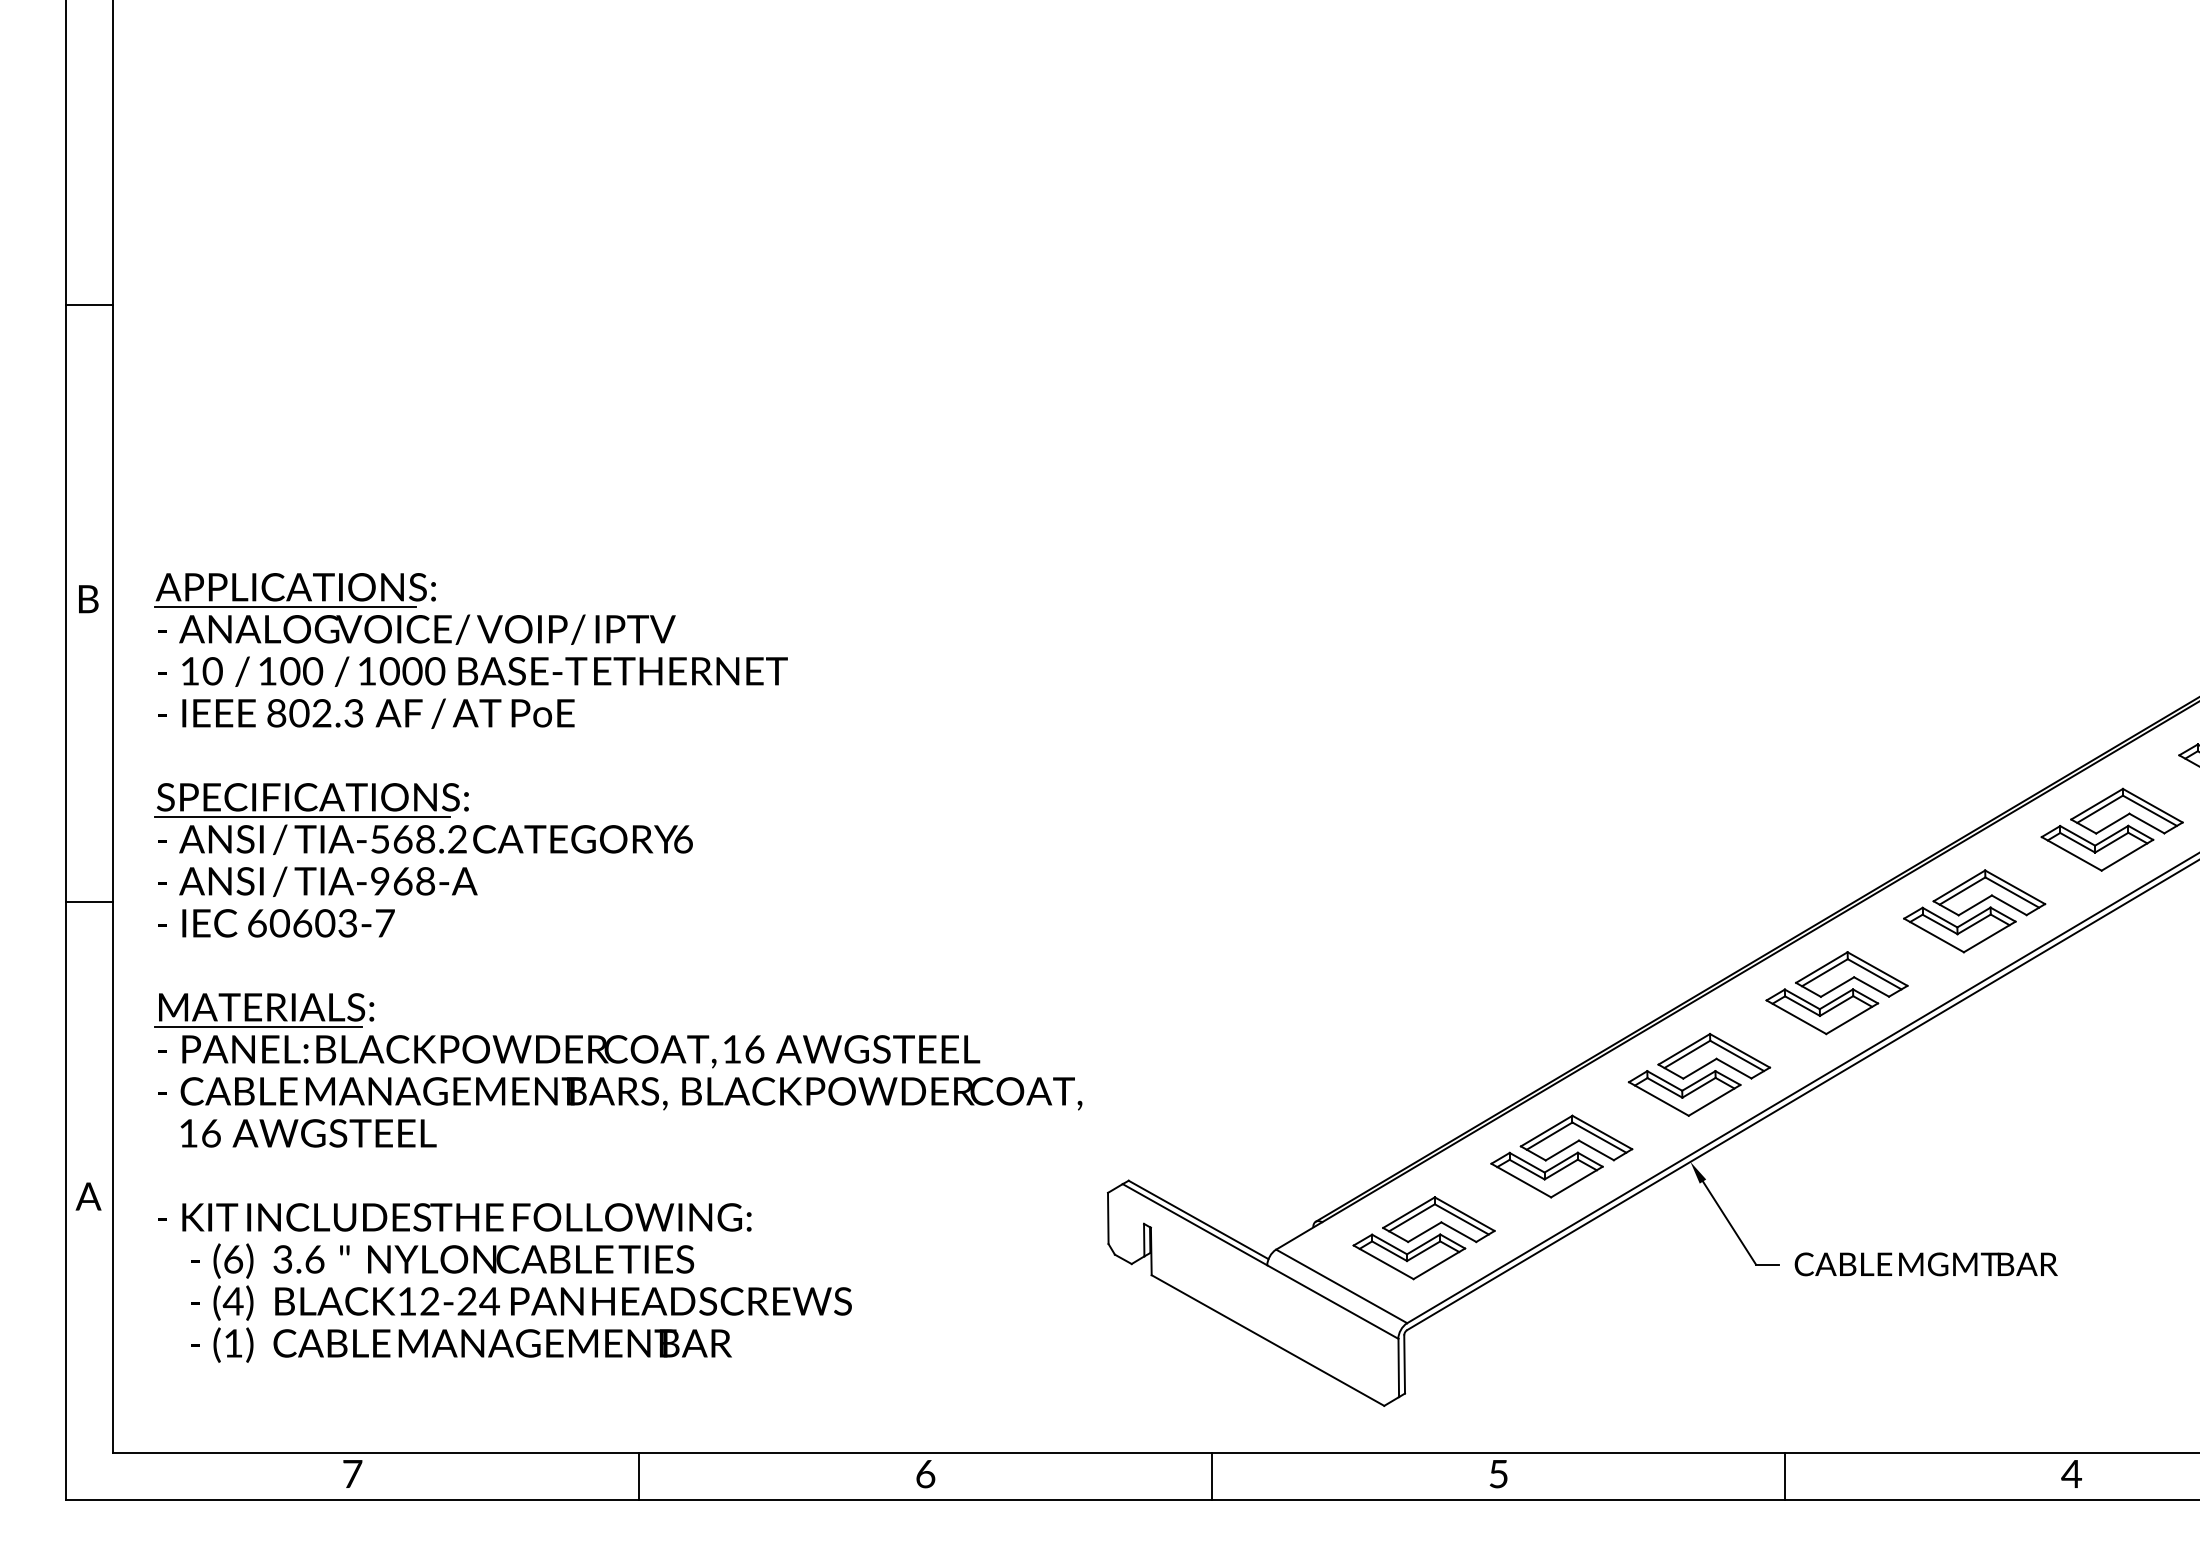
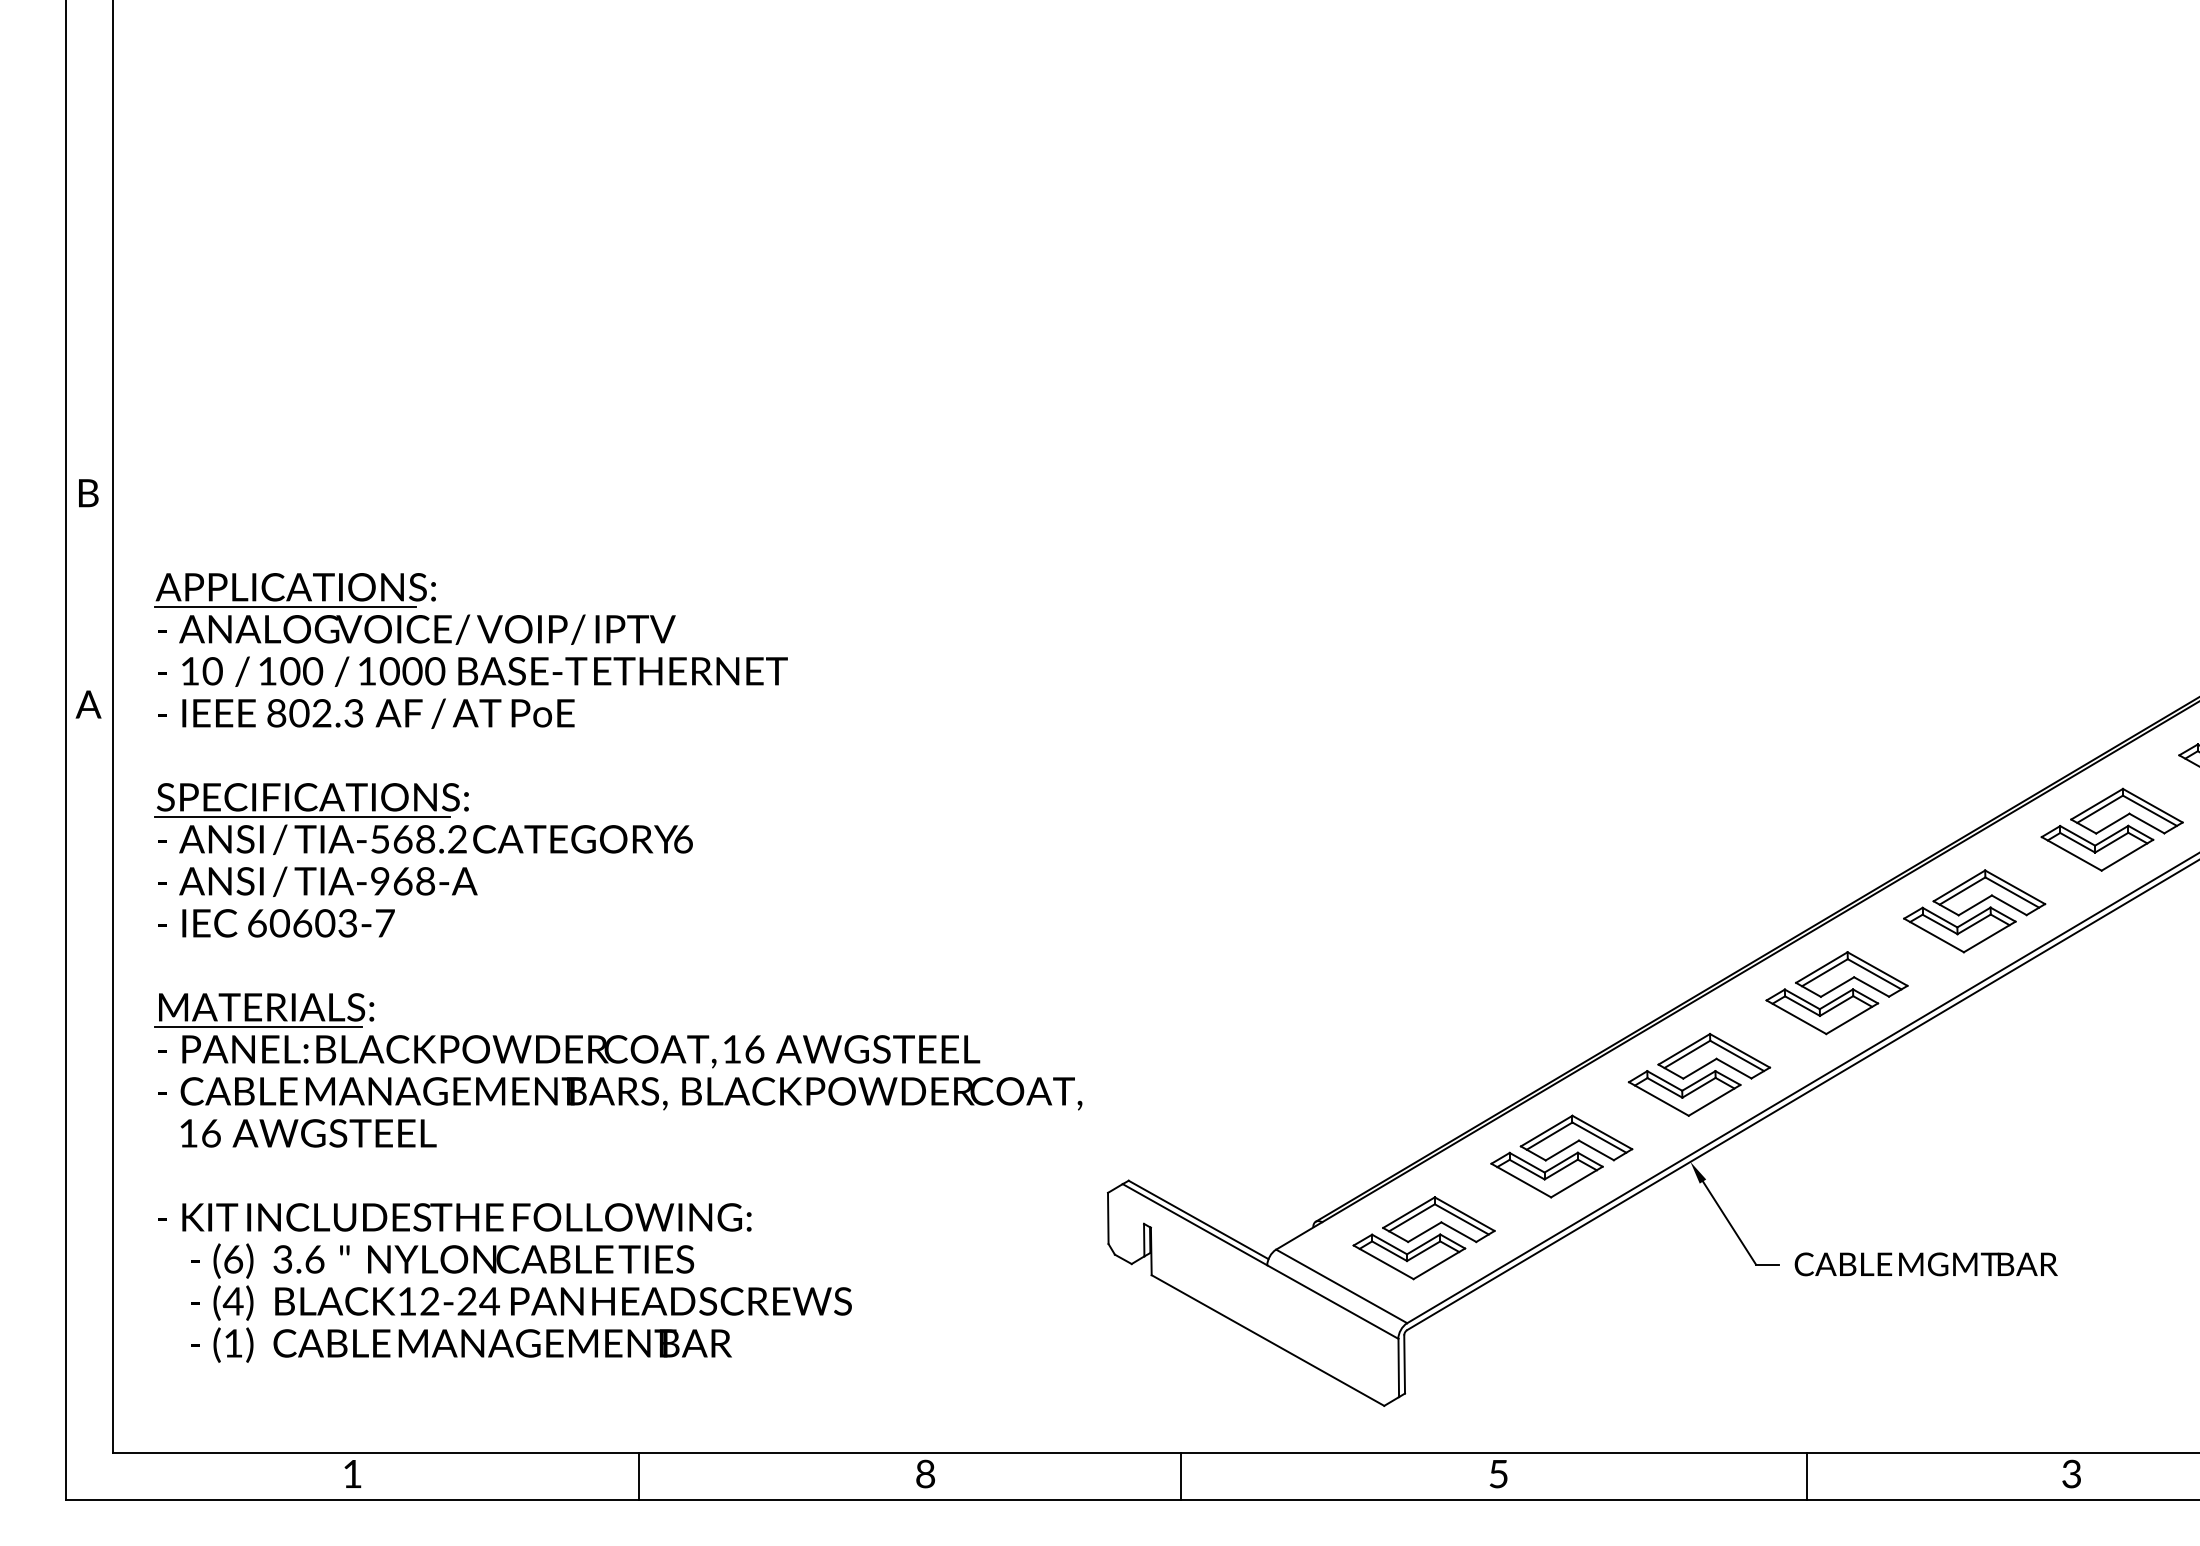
line at (88, 305): present -> none
text at (88, 599) position: (88, 599) -> (88, 493)
line at (88, 902): present -> none
text at (88, 1196) position: (88, 1196) -> (88, 704)
text at (352, 1473): 7 -> 1
text at (925, 1473): 6 -> 8
text at (2071, 1473): 4 -> 3
line at (1212, 1476) position: (1212, 1476) -> (1181, 1476)
line at (1785, 1476) position: (1785, 1476) -> (1807, 1476)
